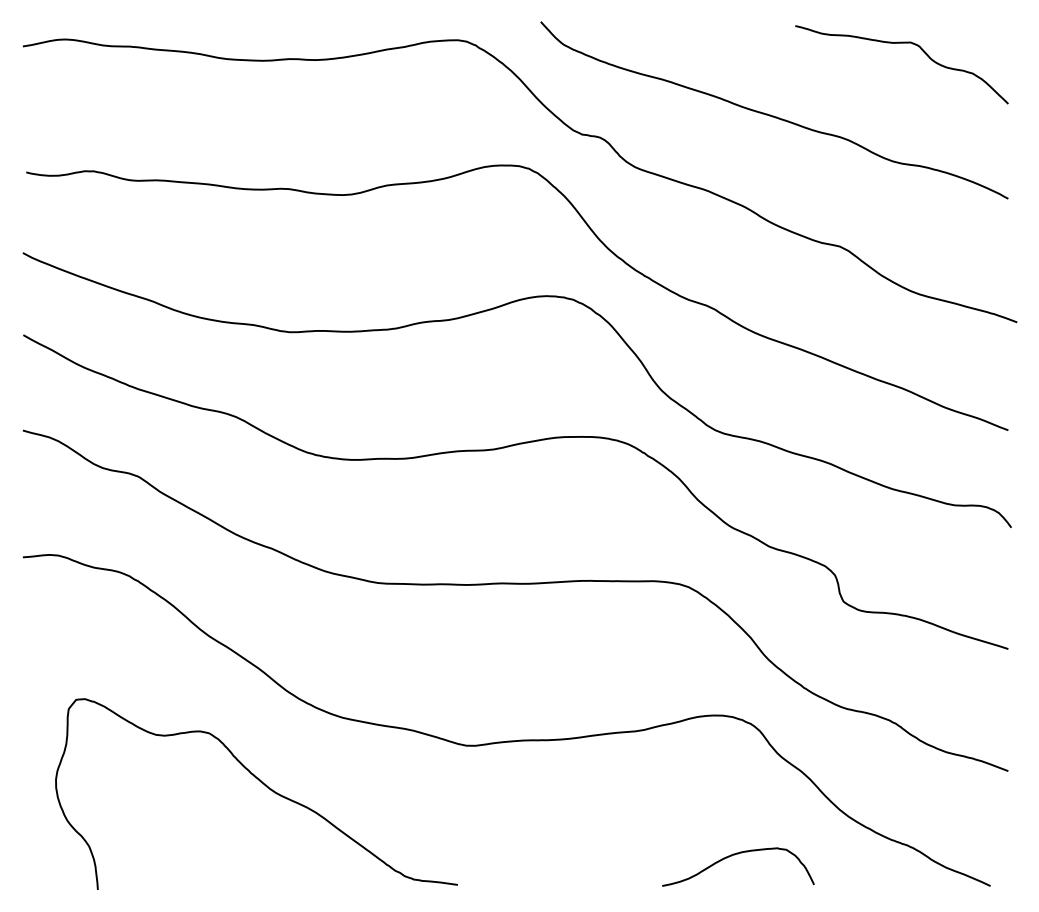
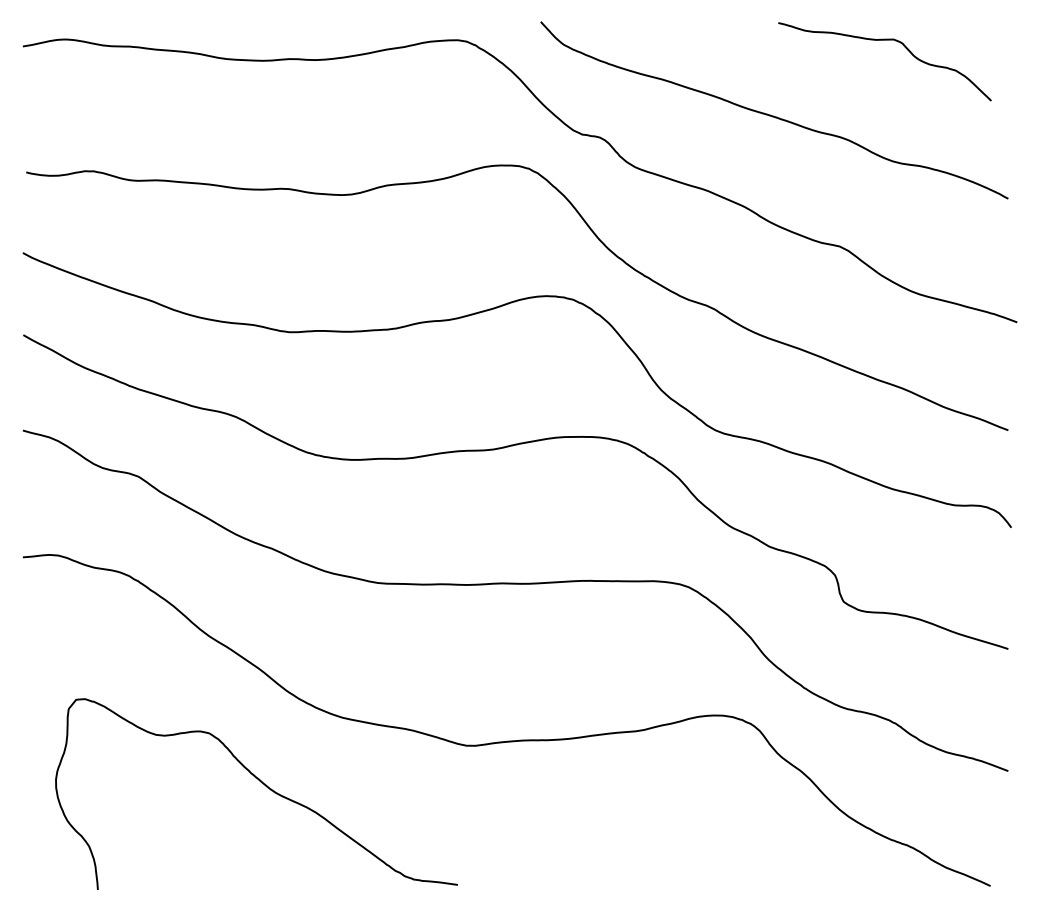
curve at (901, 43) position: (901, 43) -> (884, 40)
curve at (734, 855): present -> none
